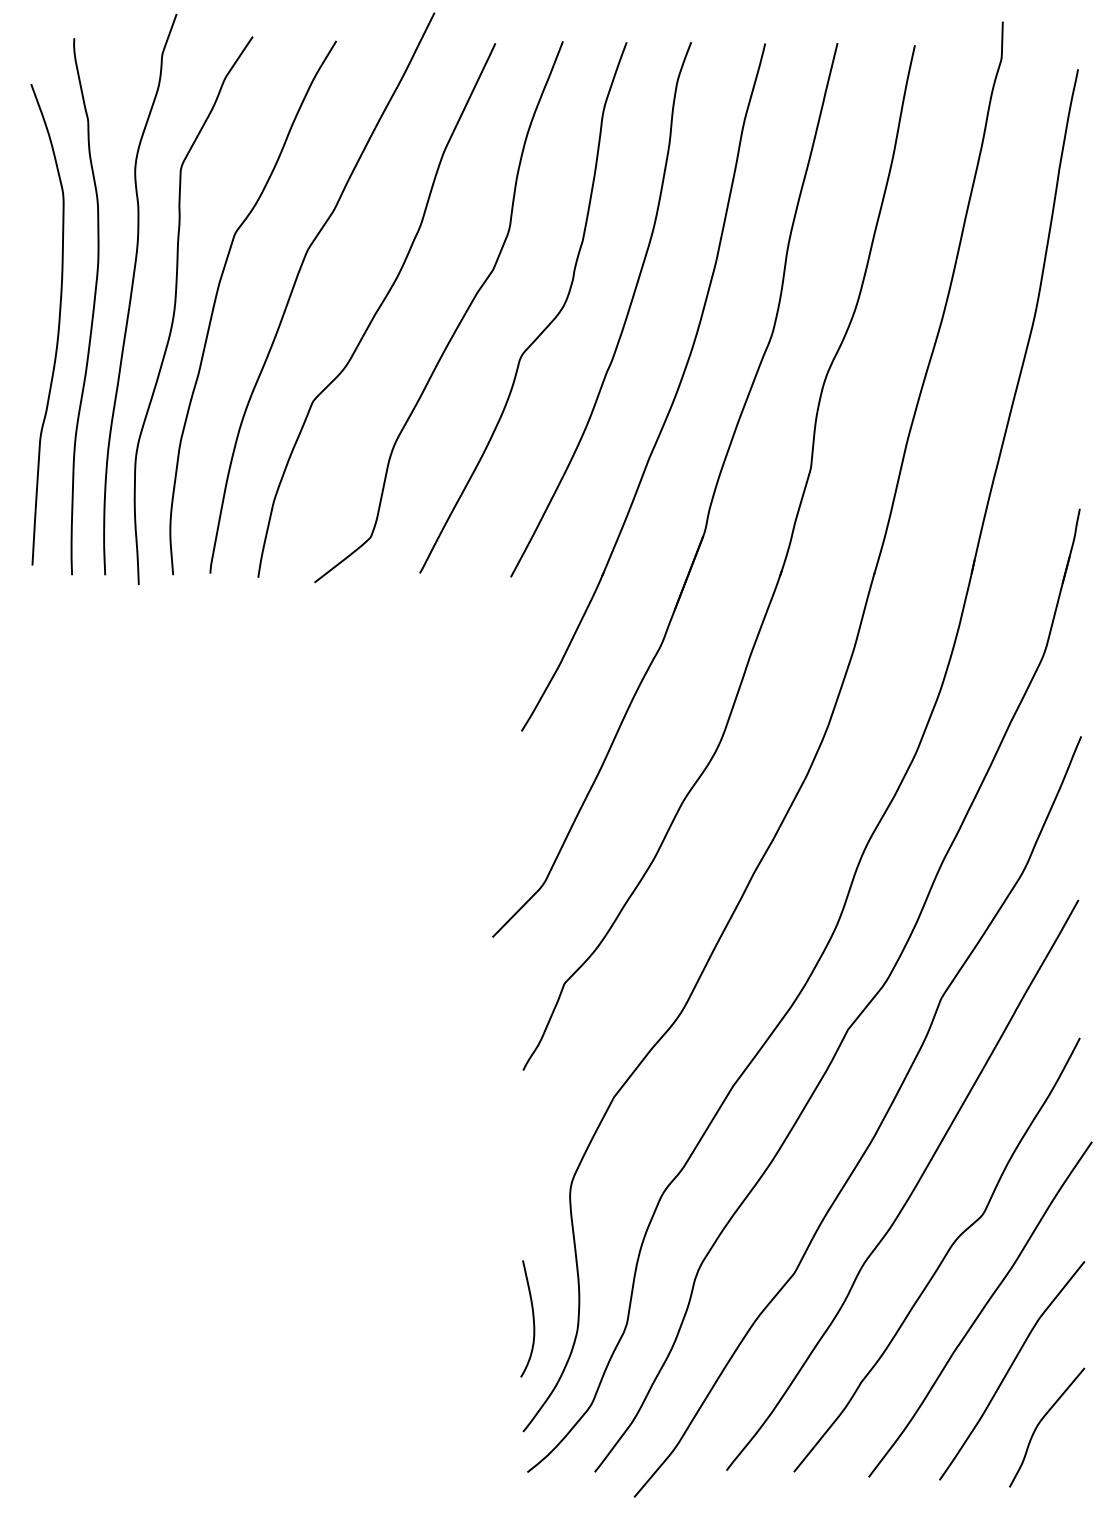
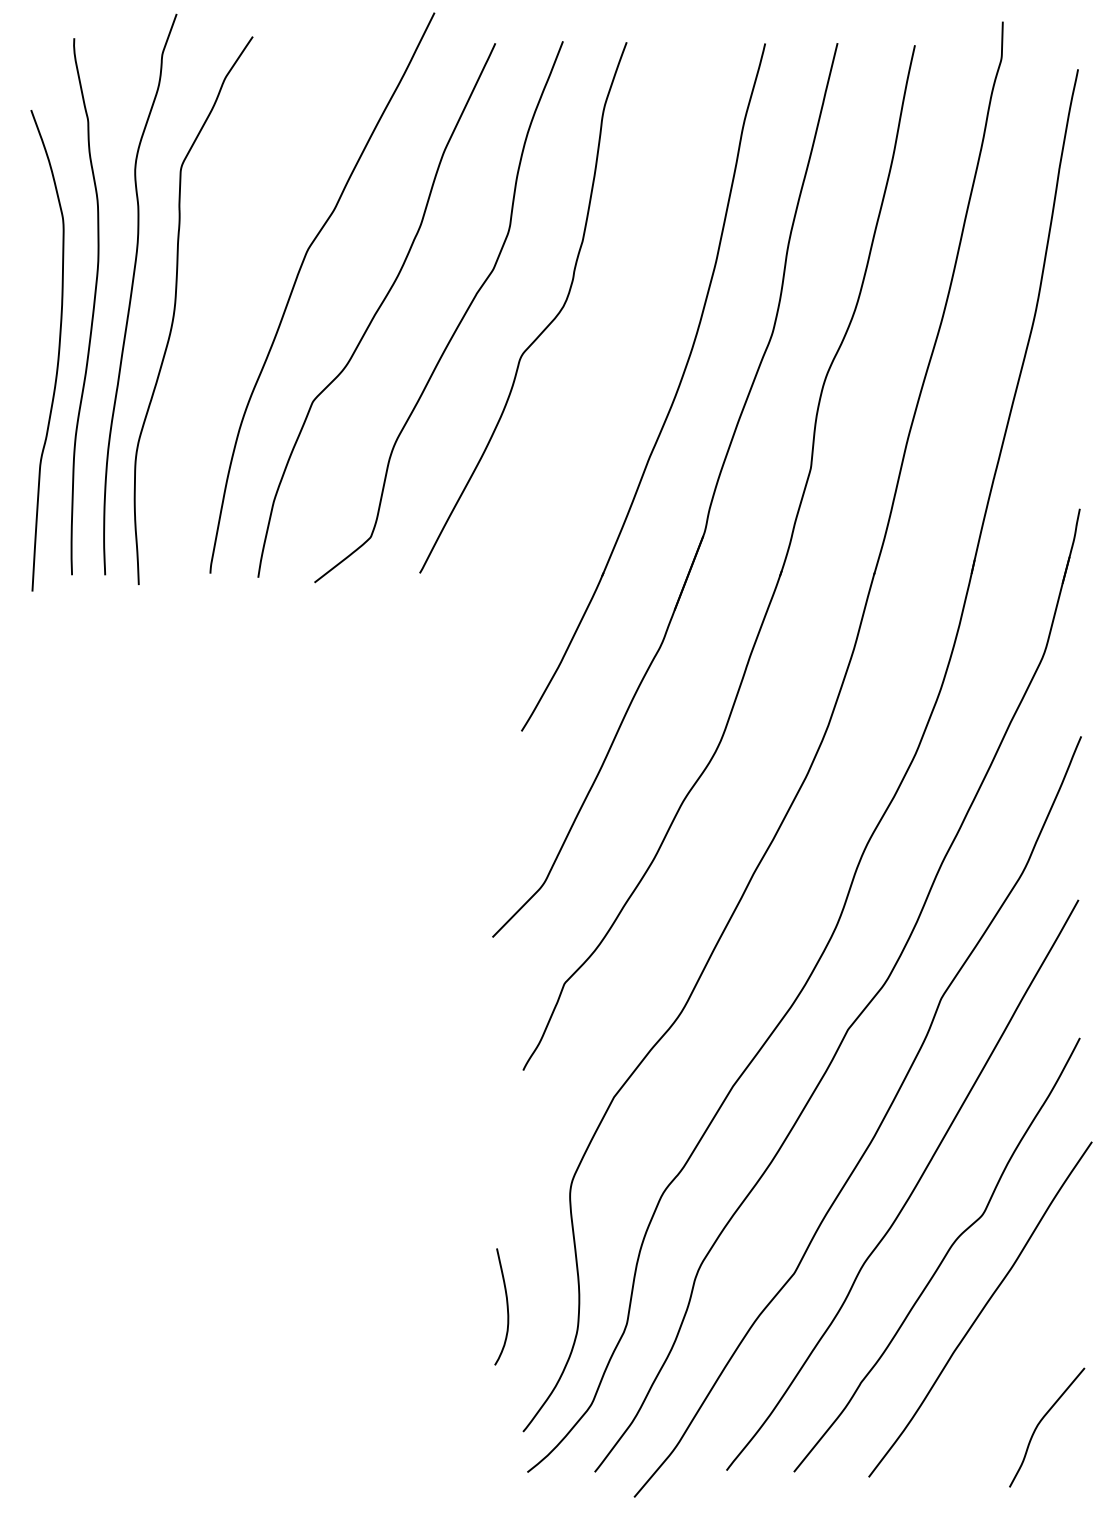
curve at (216, 300): present -> none
curve at (625, 317): present -> none
curve at (58, 324) position: (58, 324) -> (58, 350)
curve at (532, 1318) position: (532, 1318) -> (506, 1306)
curve at (1010, 1369): present -> none
